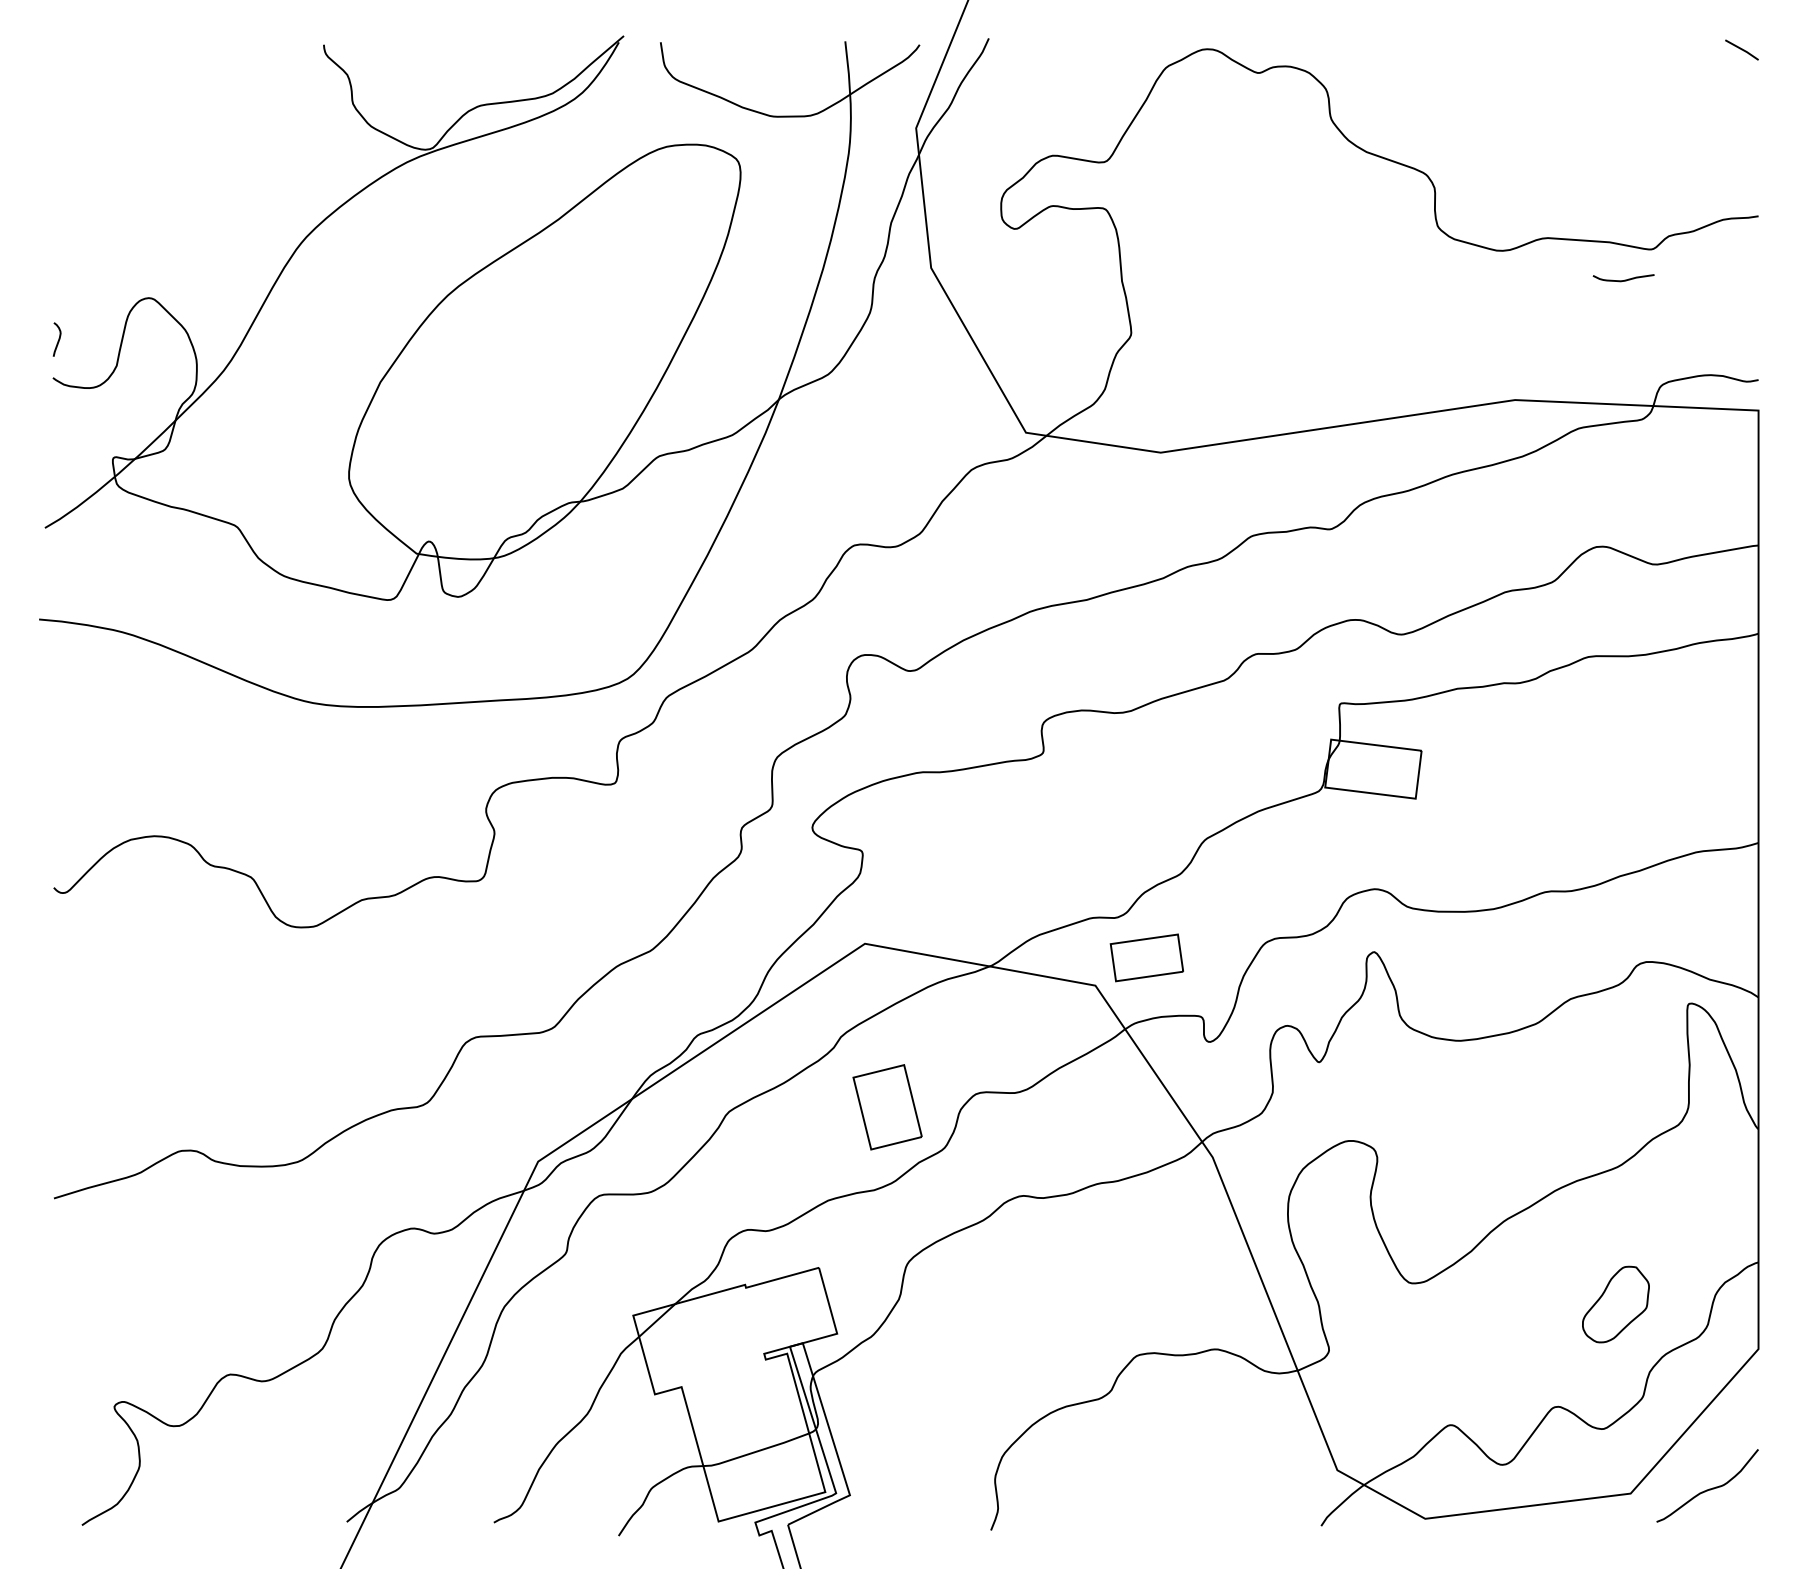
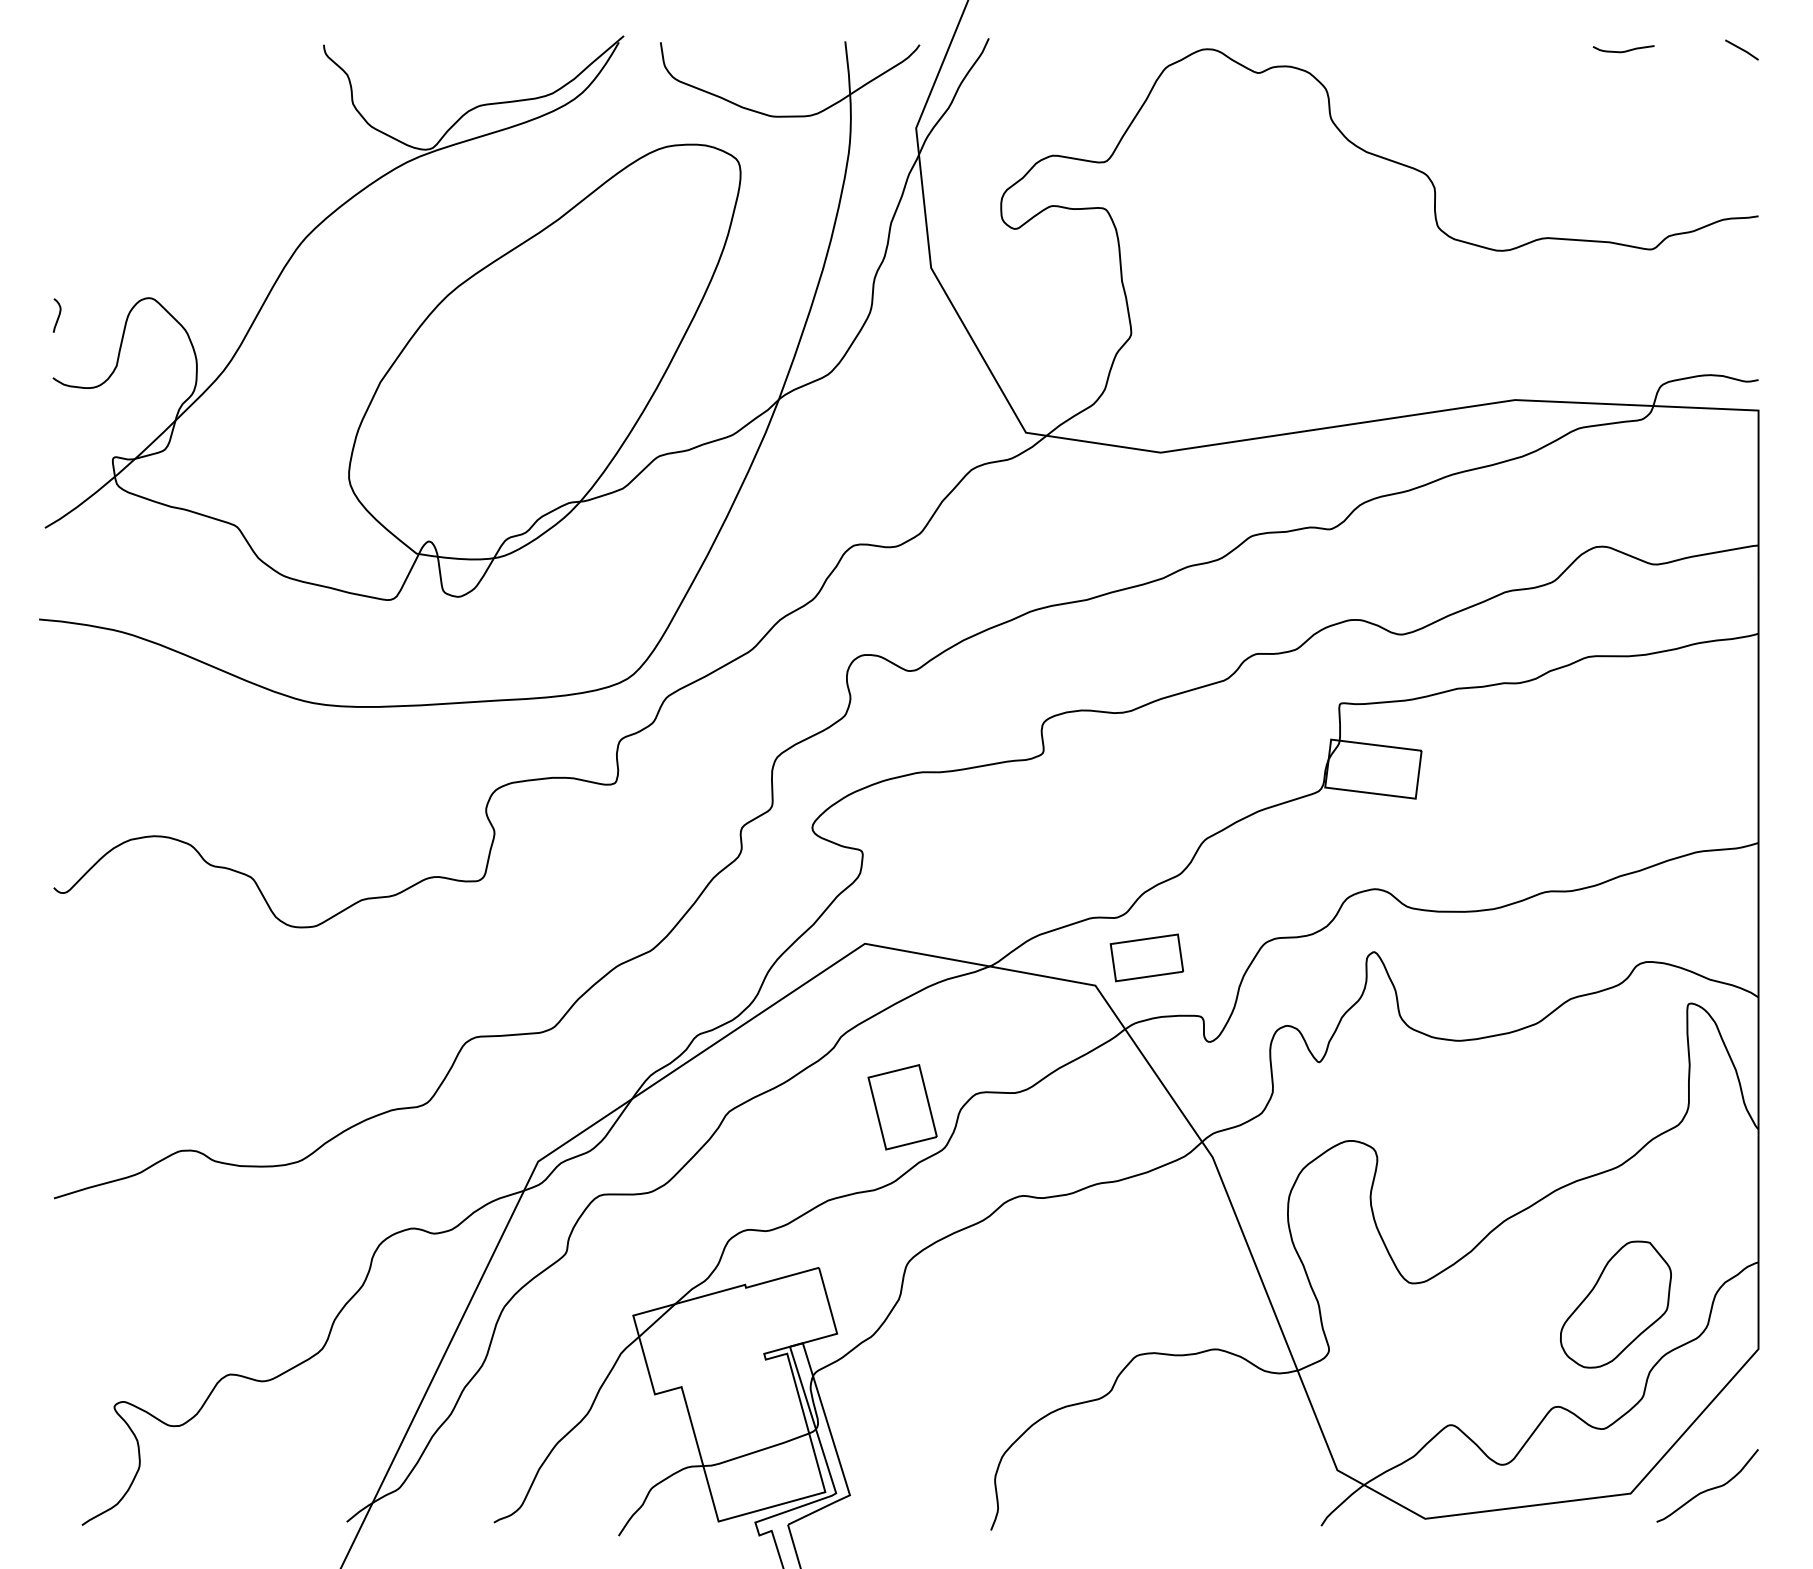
curve at (1624, 279) position: (1624, 279) -> (1624, 50)
curve at (58, 339) position: (58, 339) -> (58, 315)
part at (887, 1107) position: (887, 1107) -> (902, 1107)
part at (1615, 1304) size: 68x79 px -> 112x129 px
